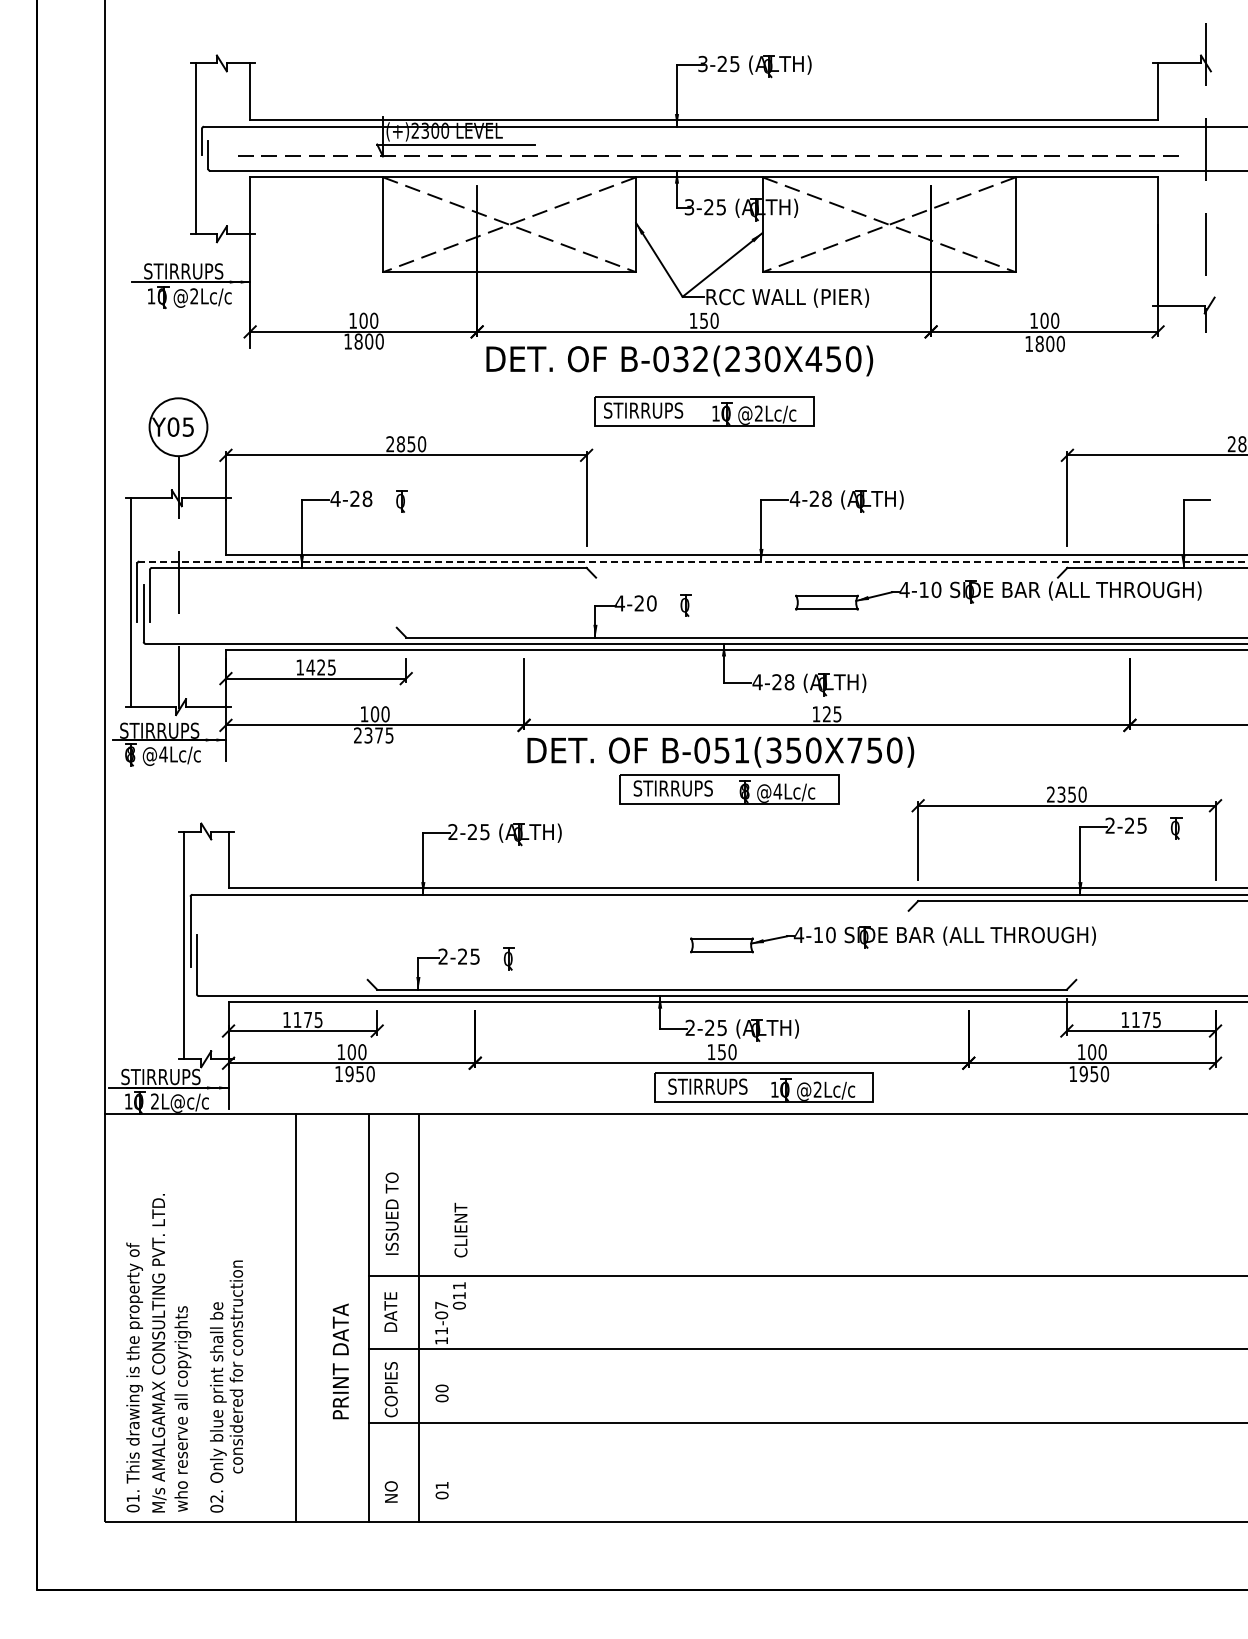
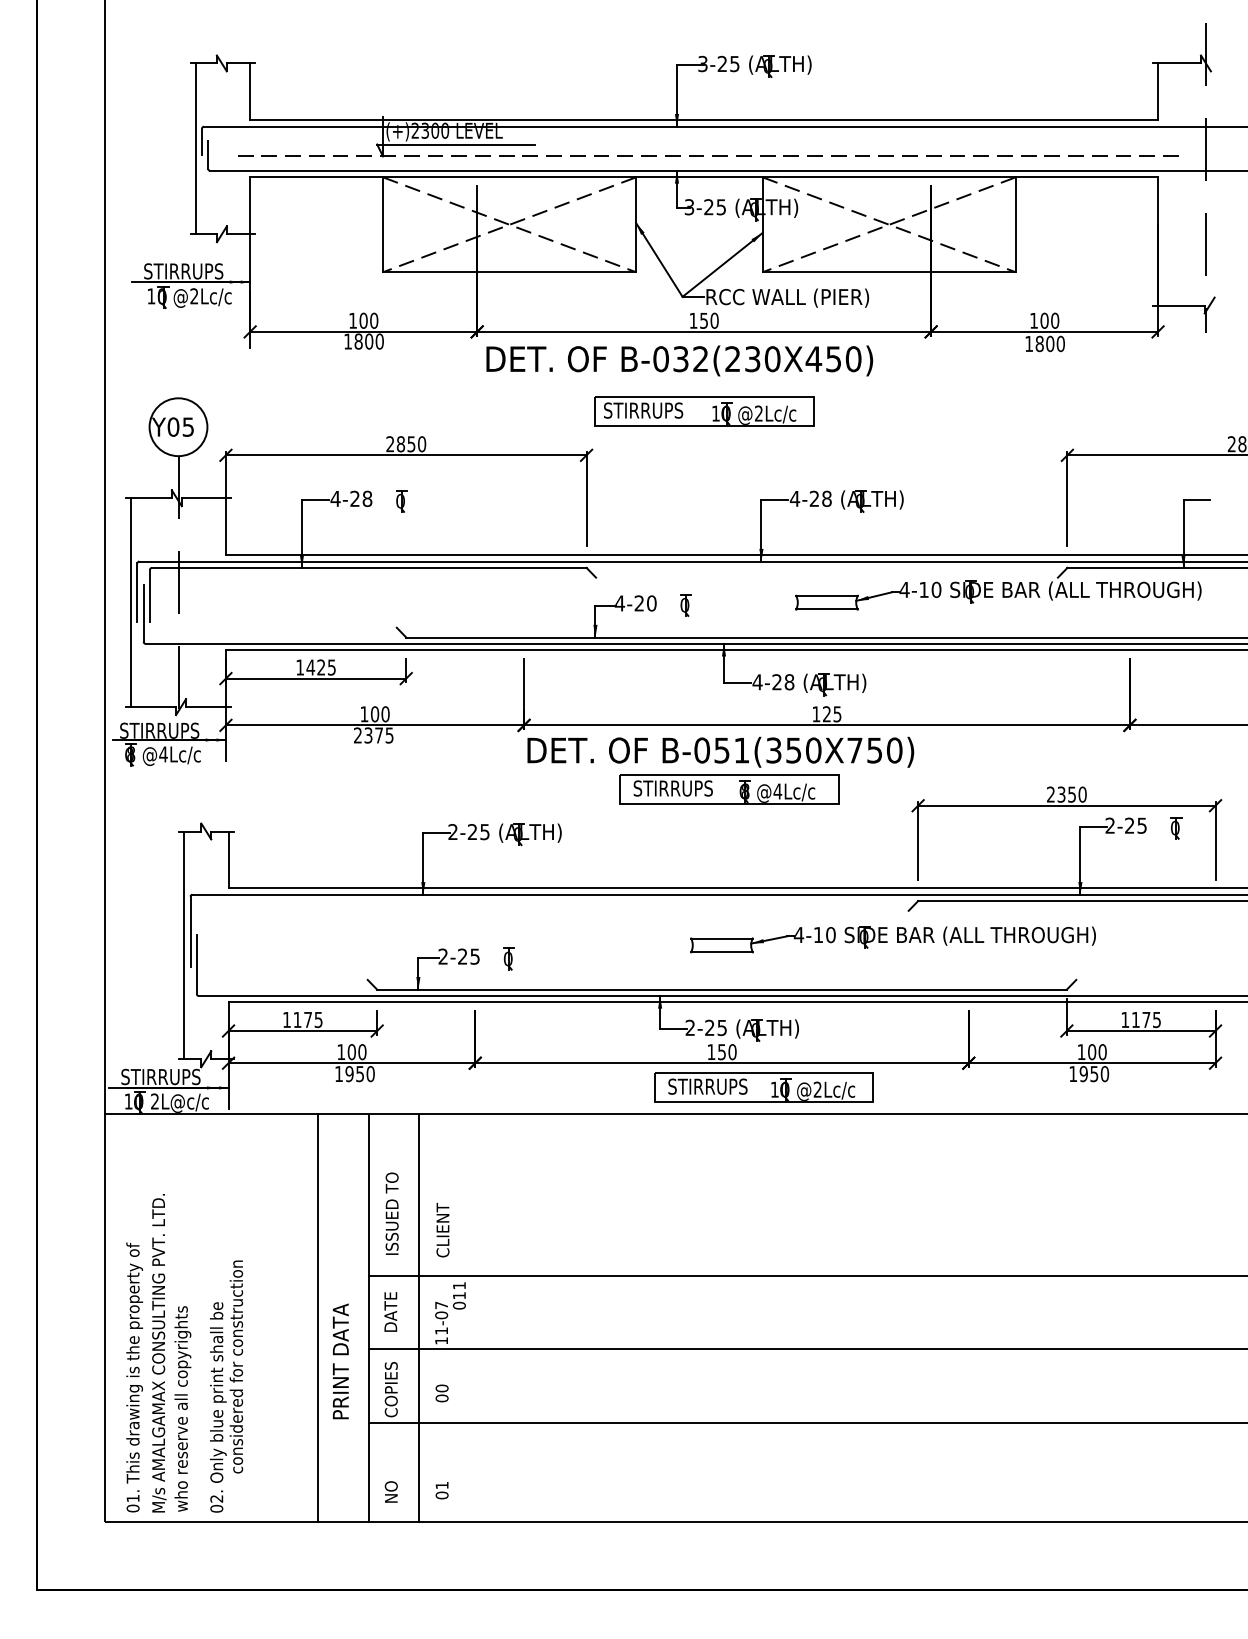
line at (693, 561): dashed -> solid
text at (460, 1229) position: (460, 1229) -> (442, 1229)
line at (295, 1318) position: (295, 1318) -> (317, 1318)
